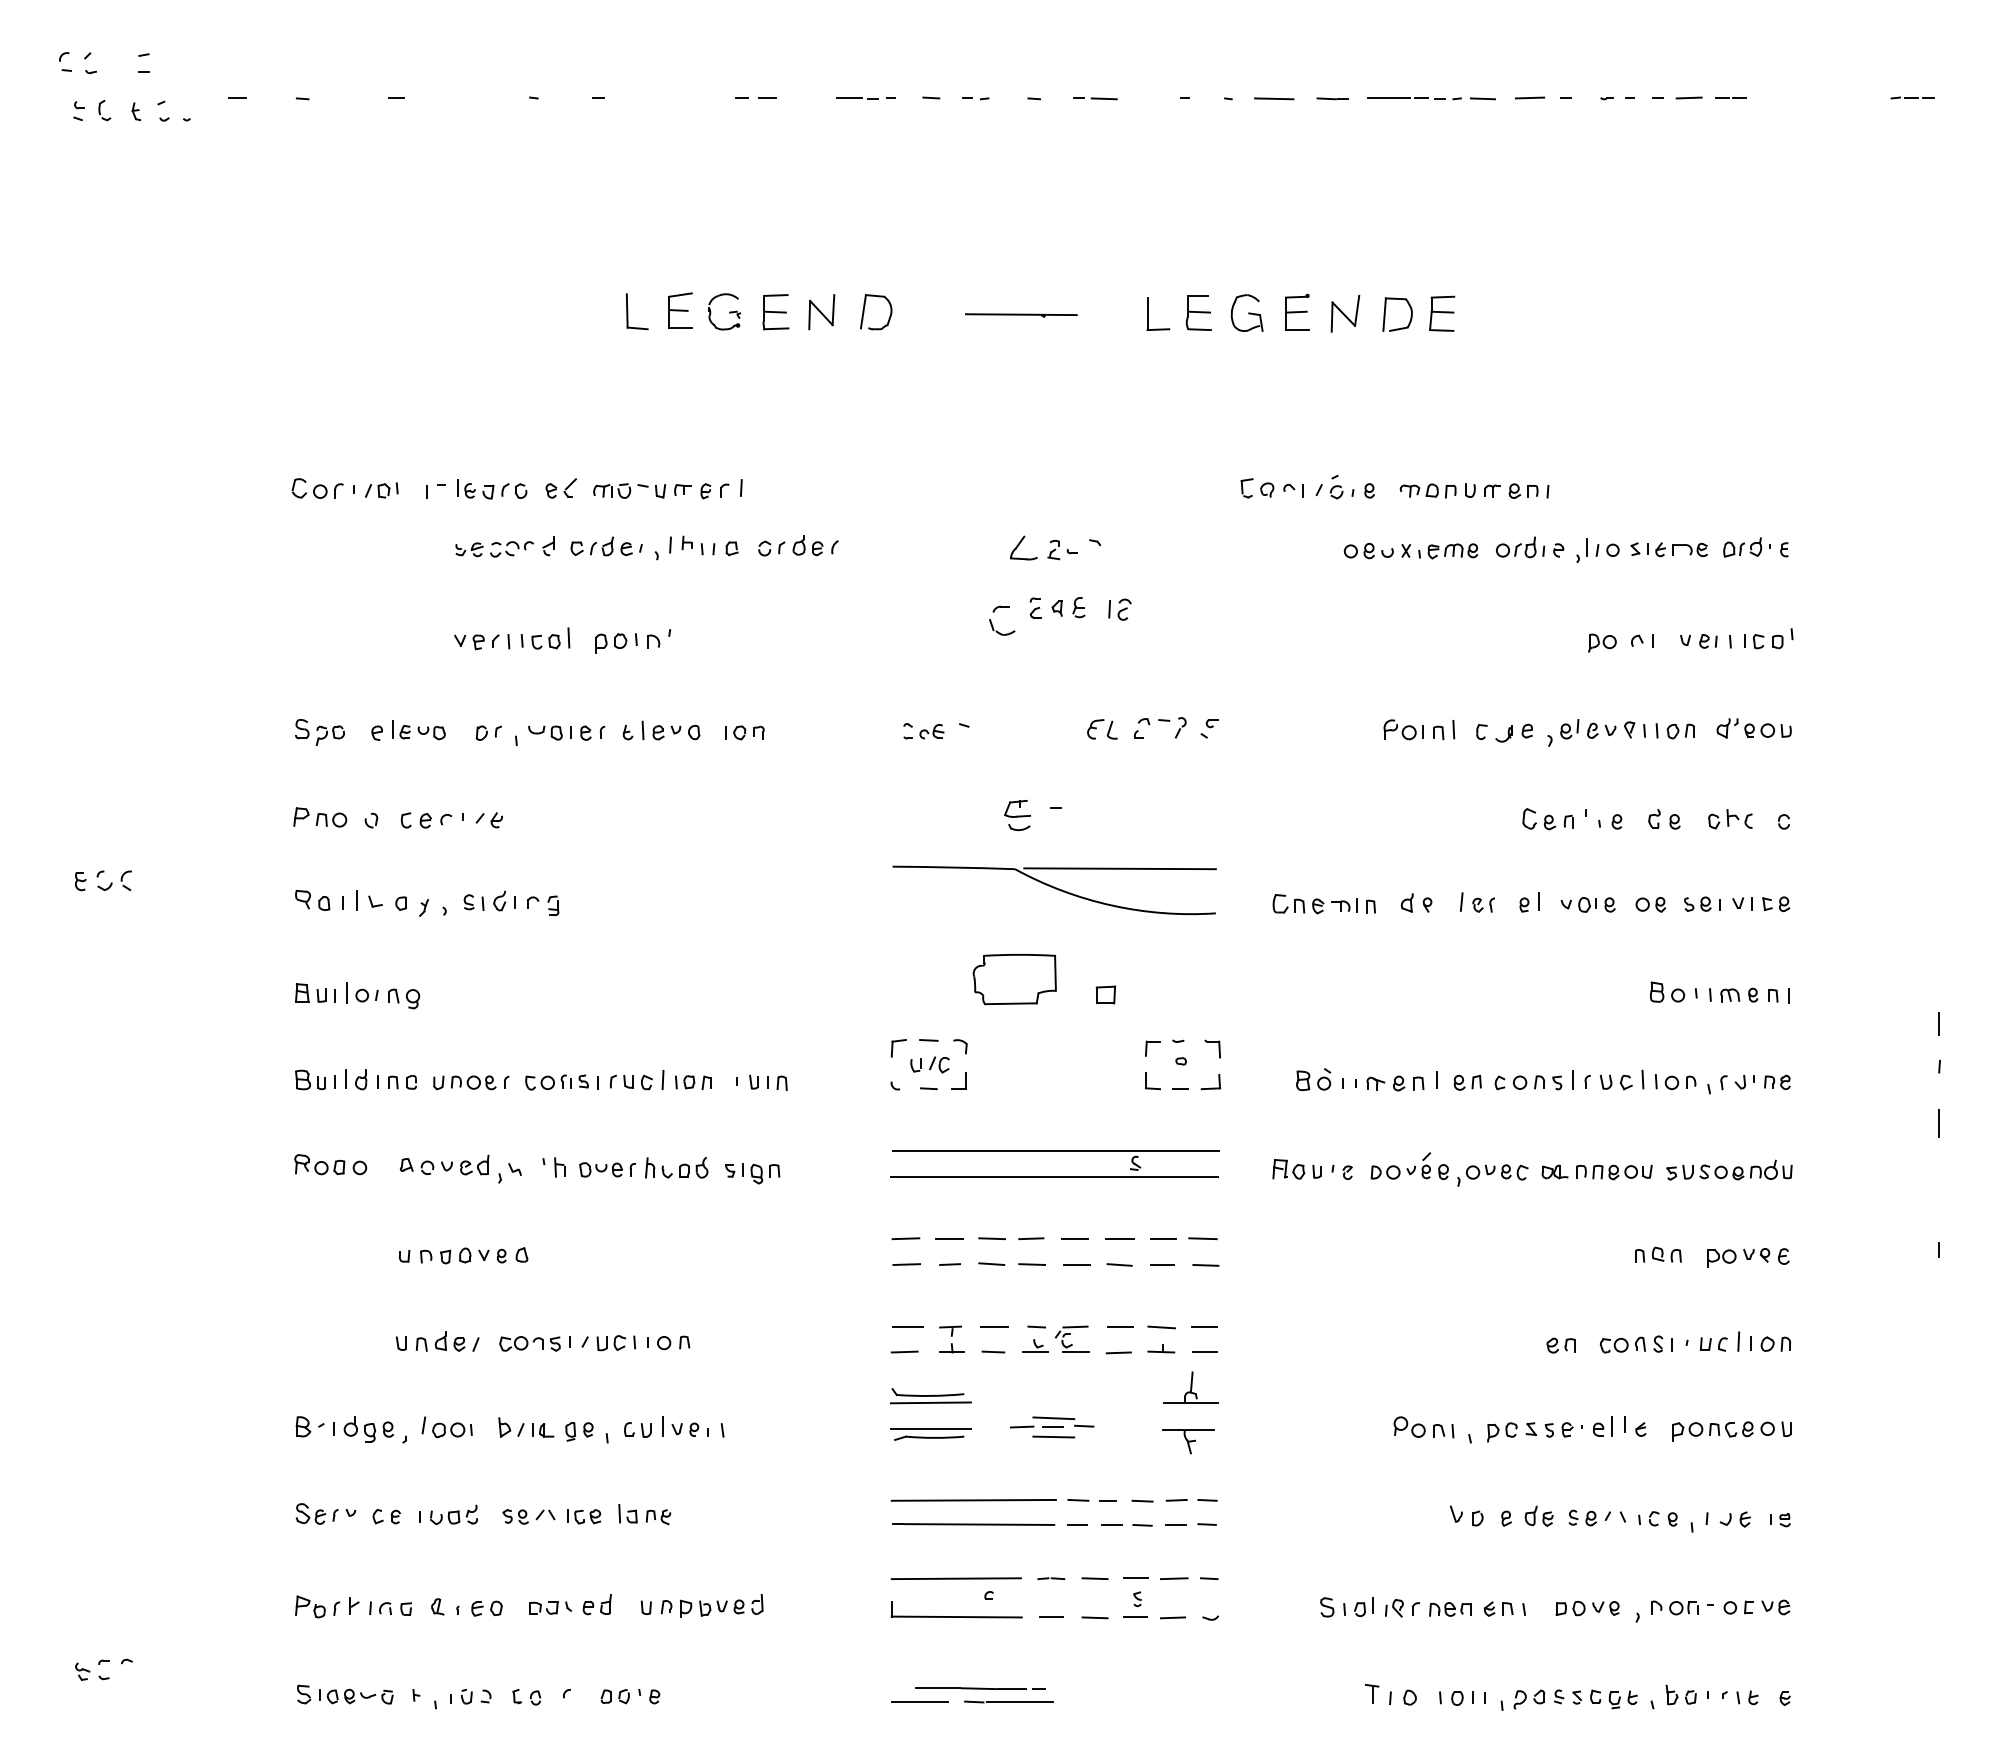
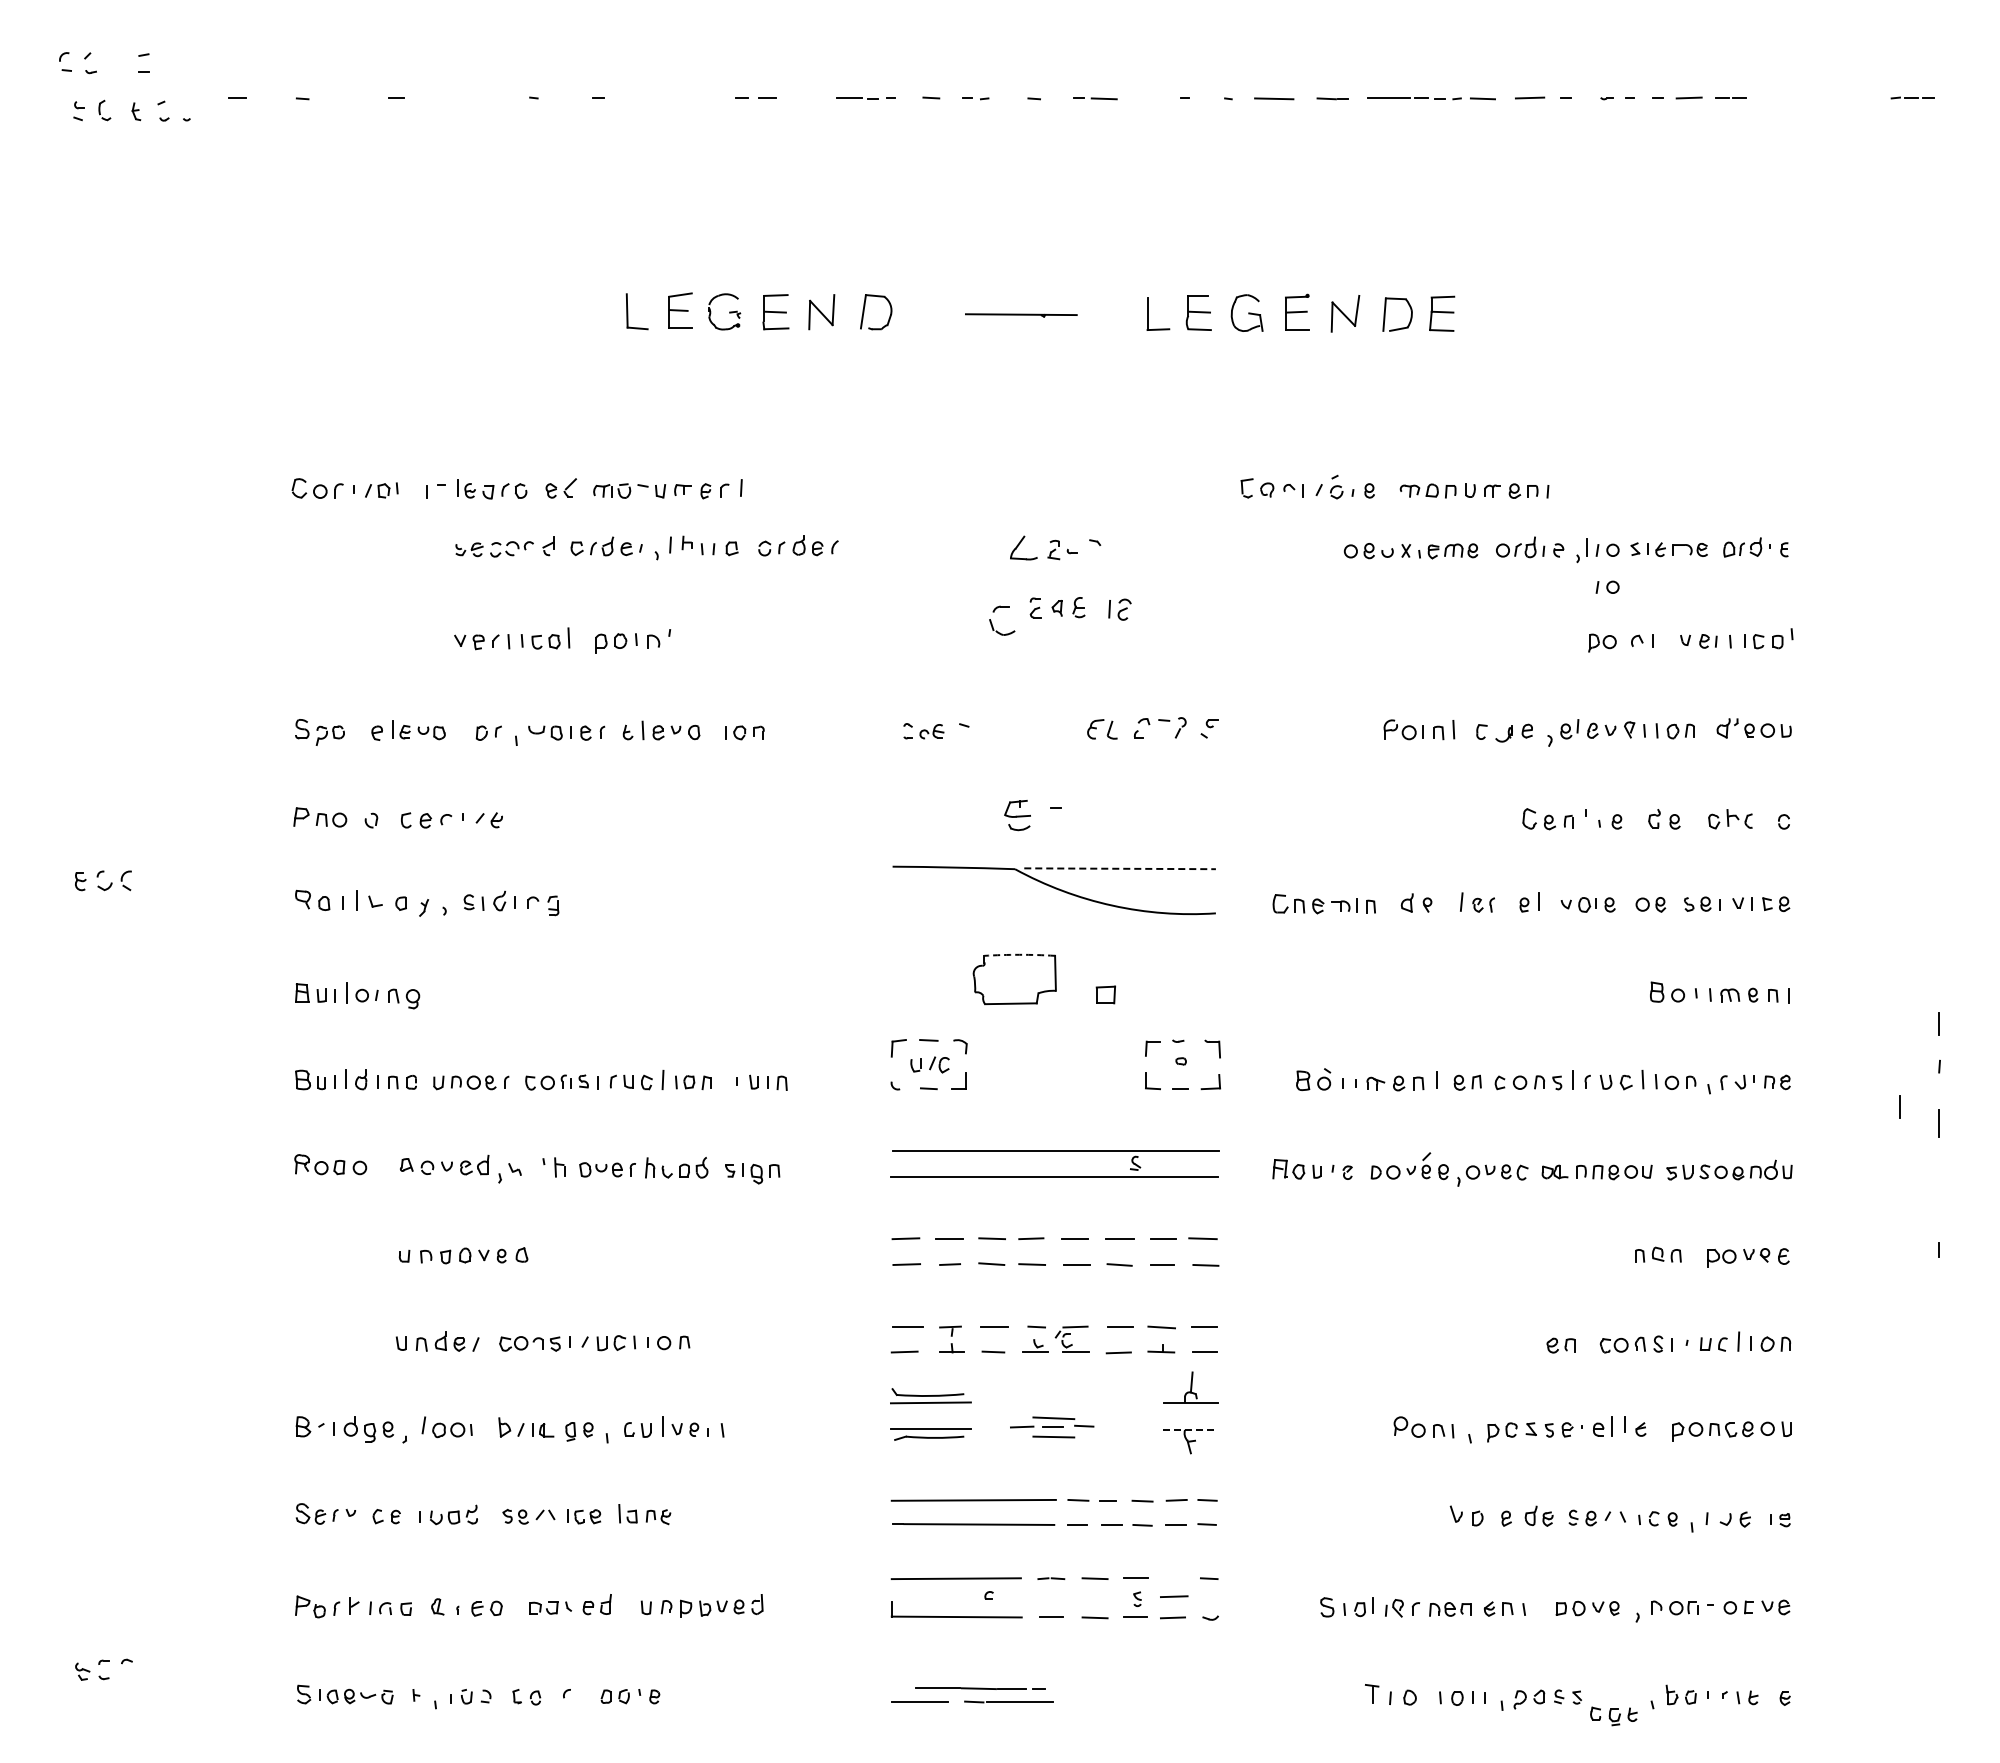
part at (1607, 586): none -> present
line at (1120, 868): solid -> dashed
arc at (1019, 954): solid -> dashed
line at (1899, 1106): none -> present
line at (1188, 1429): solid -> dashed
line at (1174, 1578) position: (1174, 1578) -> (1174, 1596)
part at (1613, 1699) position: (1613, 1699) -> (1613, 1716)
